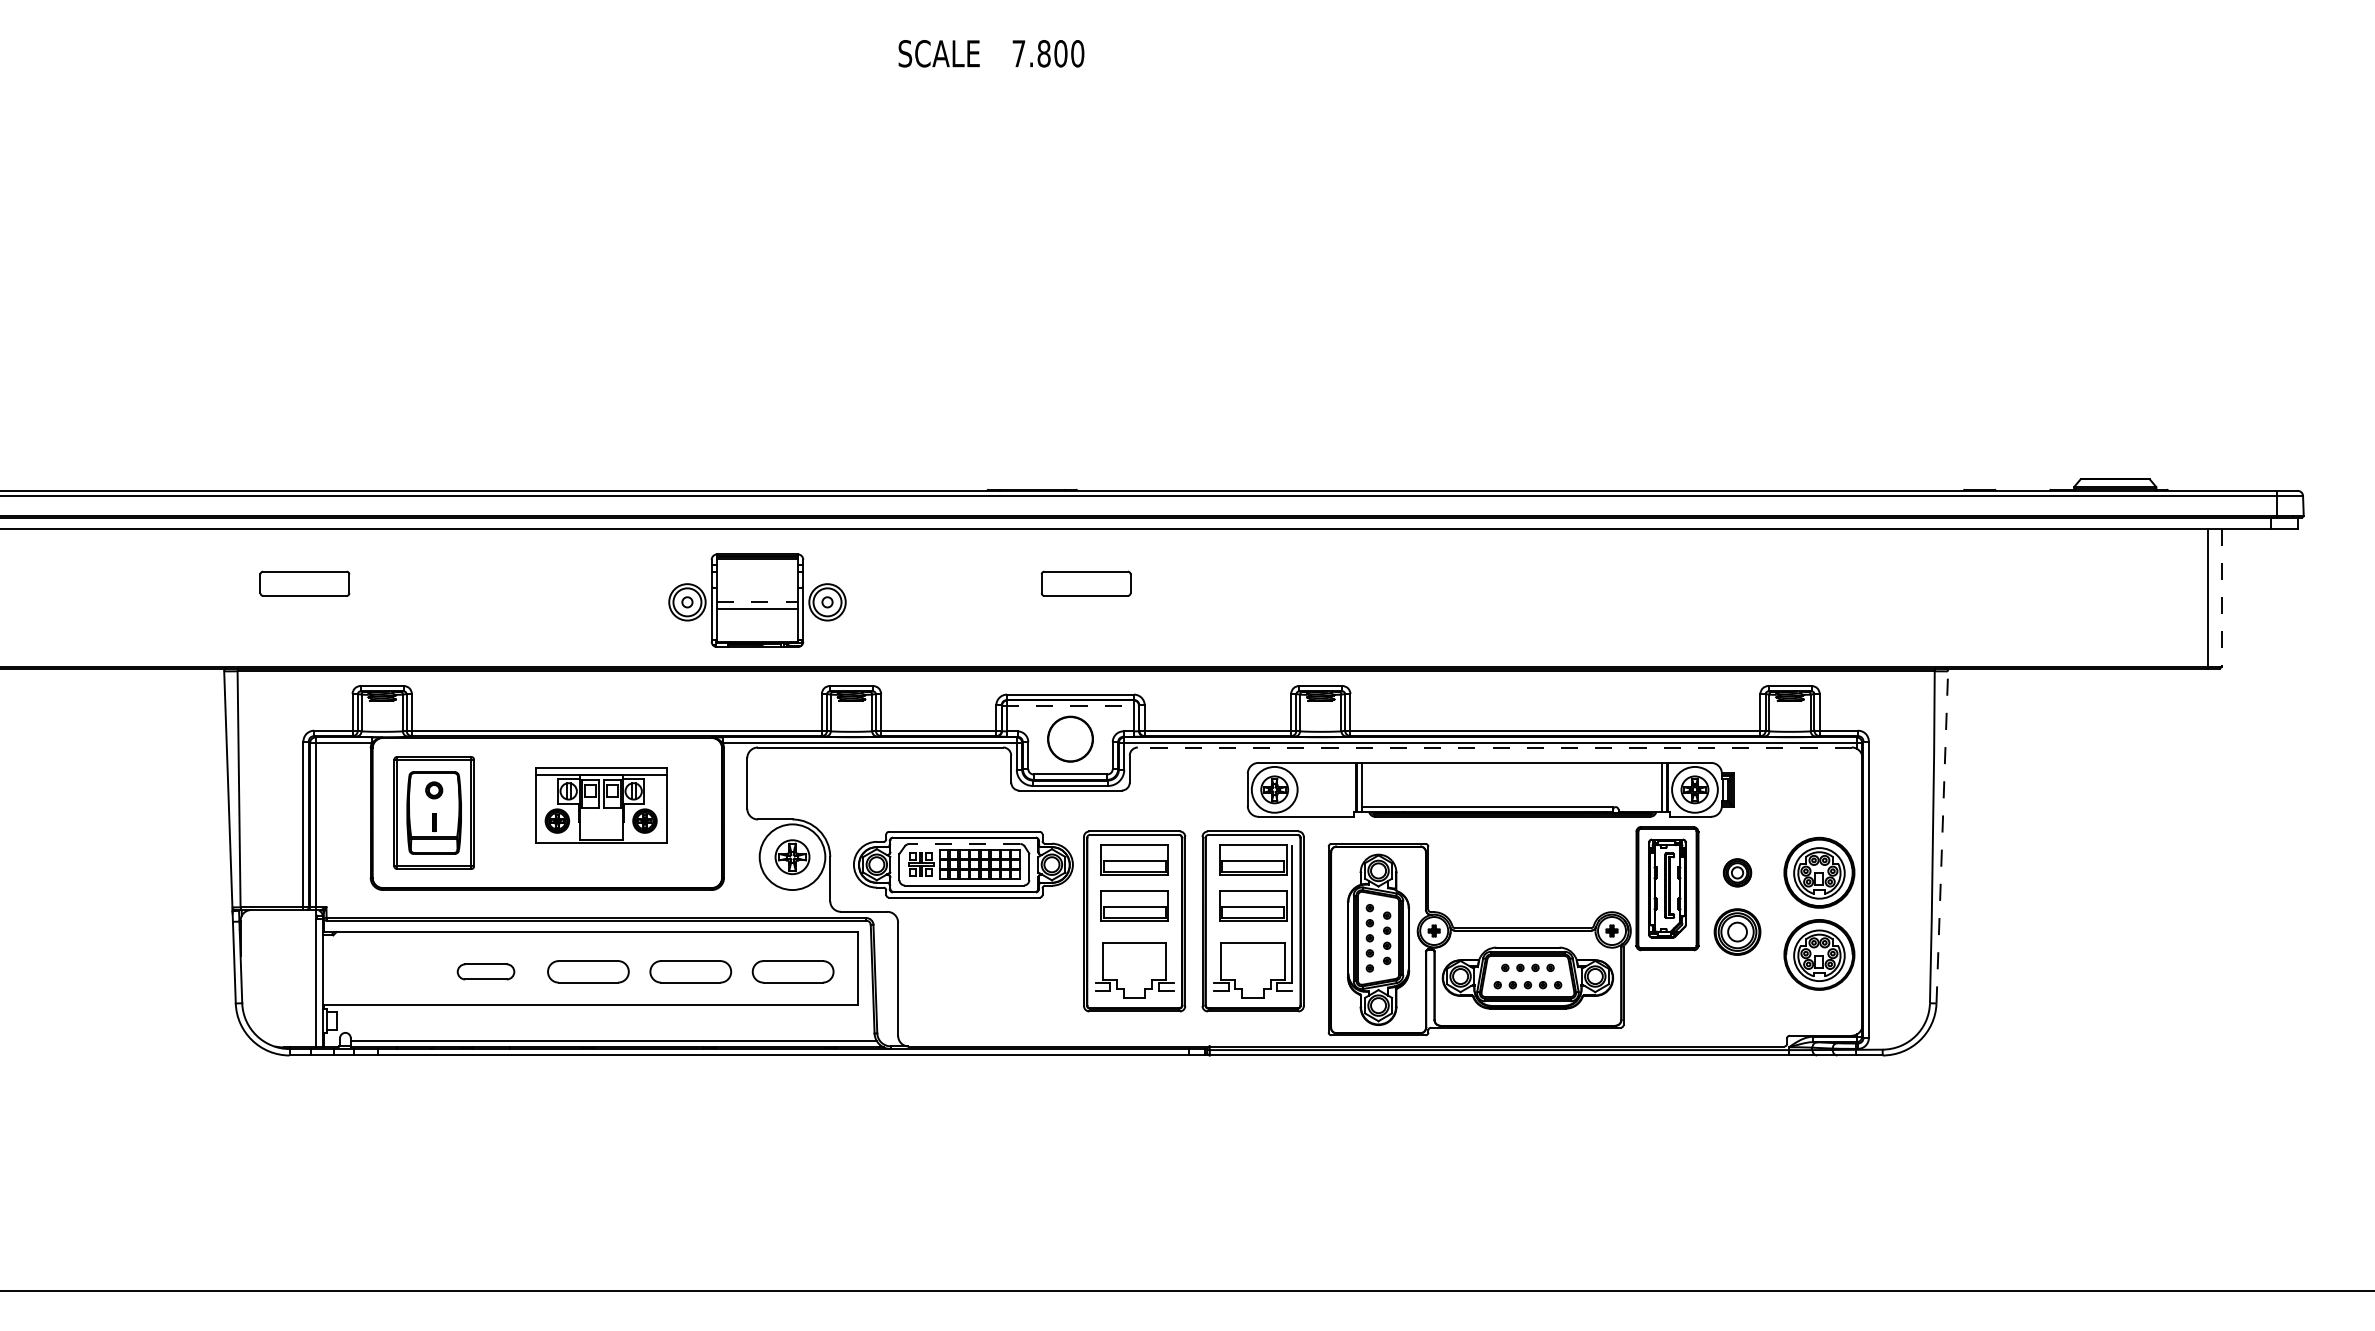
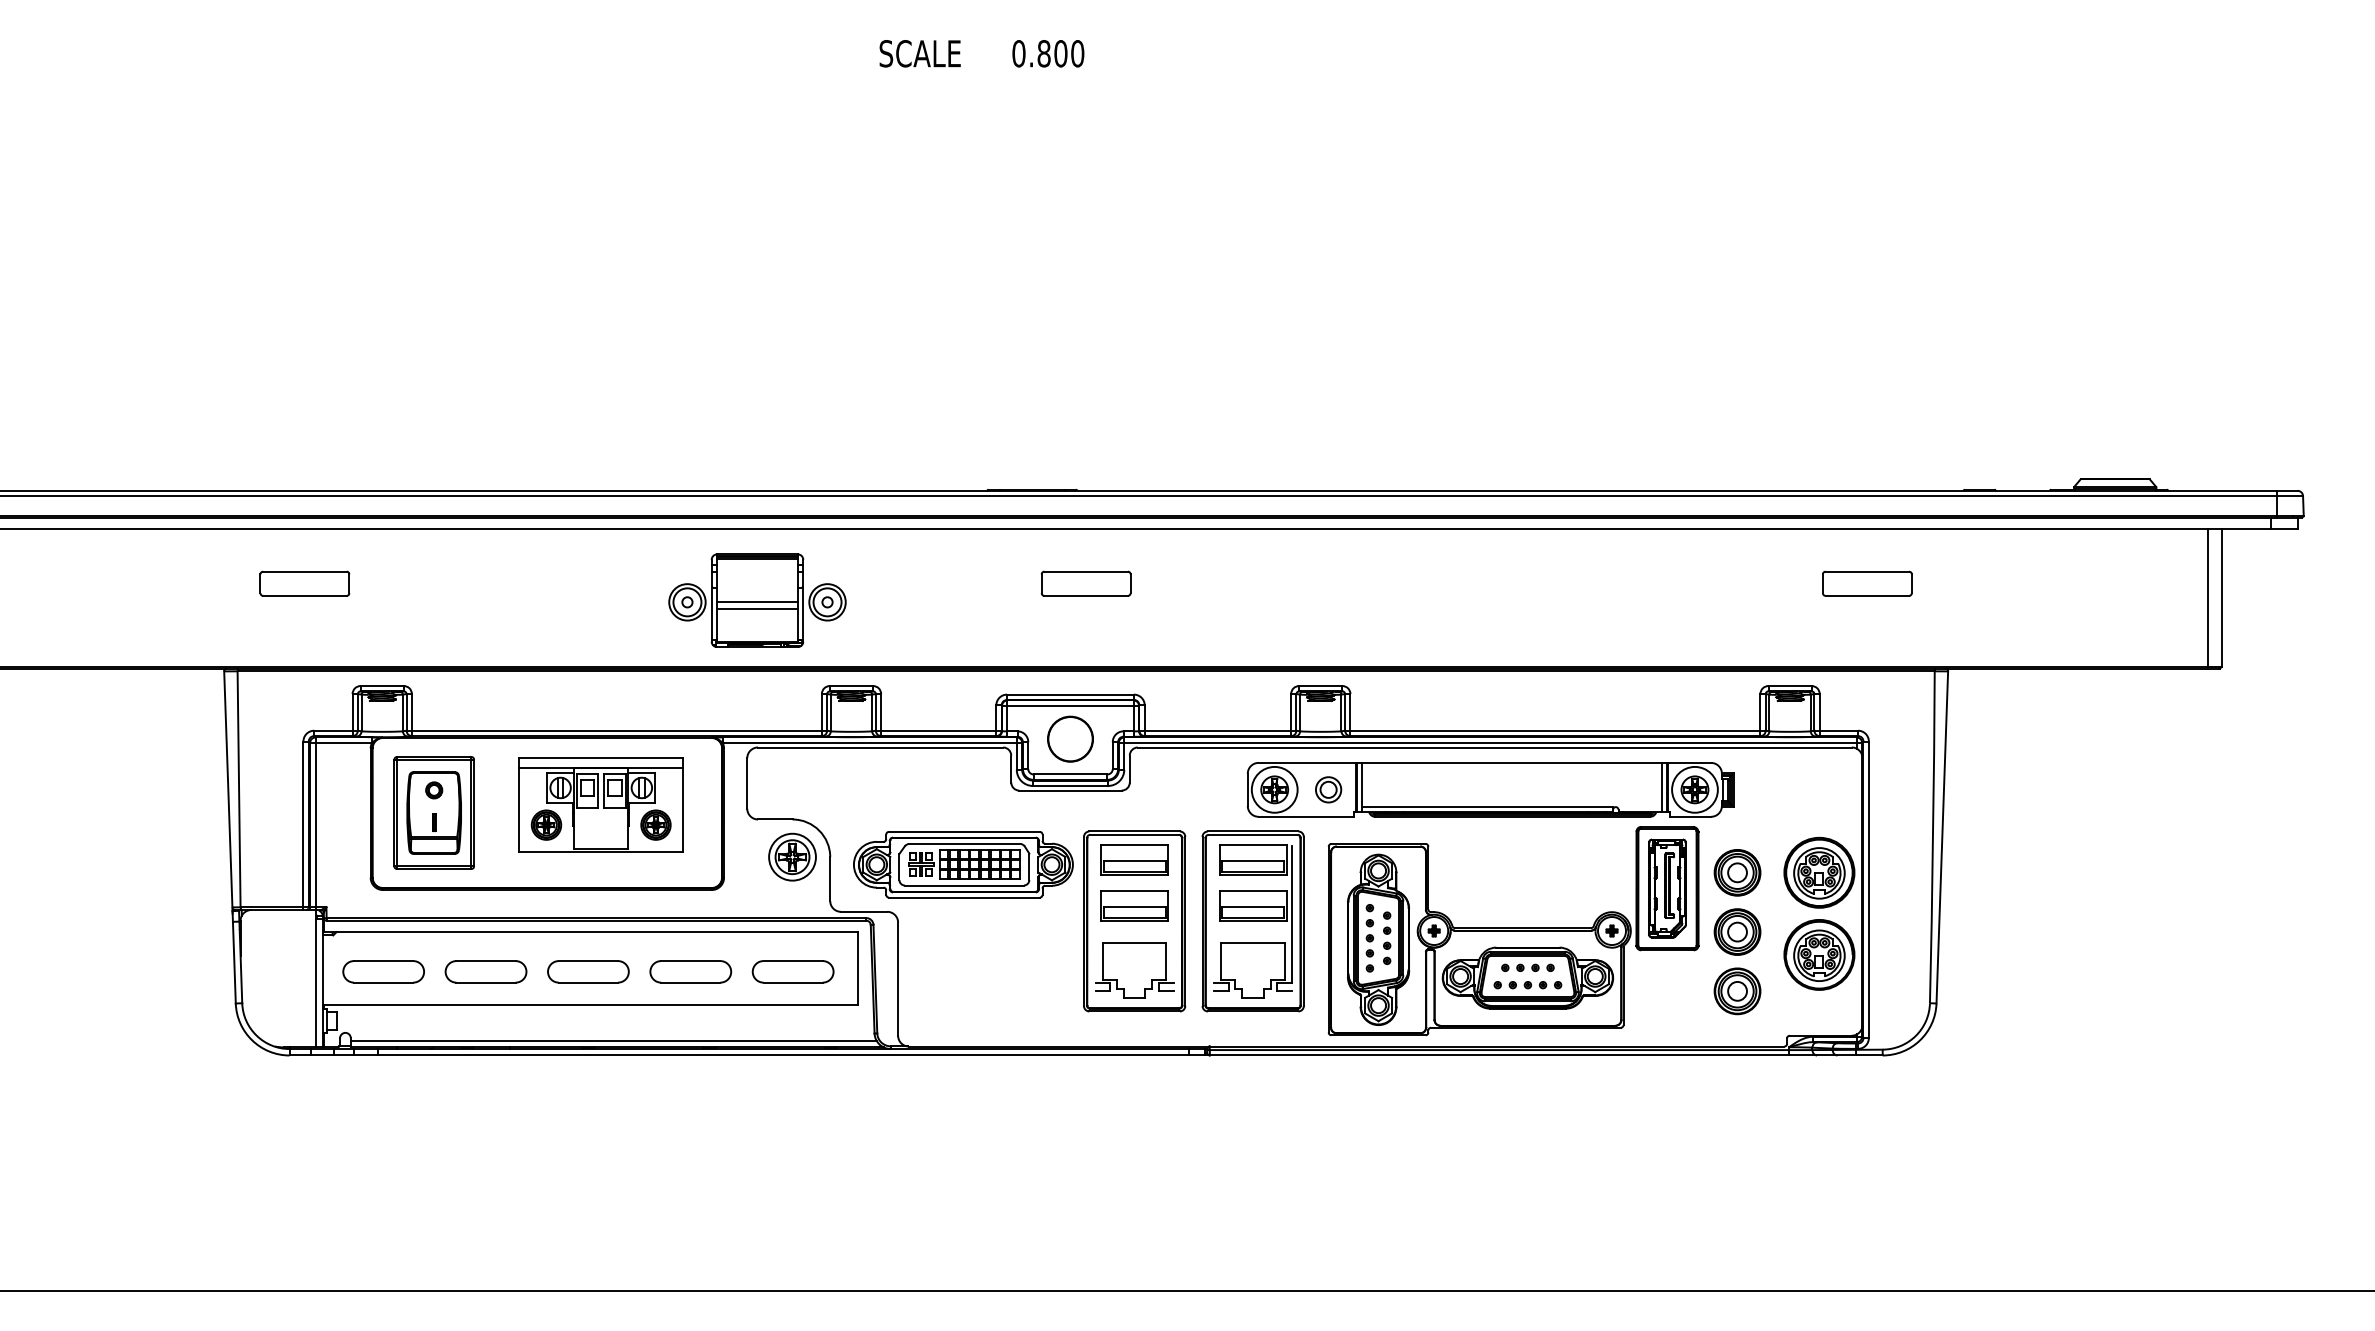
text at (938, 53) position: (938, 53) -> (919, 53)
text at (1018, 53): 7.800 -> 0.800
part at (1867, 583): none -> present
line at (2221, 598): dashed -> solid
line at (757, 602): dashed -> solid
line at (1071, 705): dashed -> solid
line at (1494, 747): dashed -> solid
part at (1328, 789): none -> present
part at (601, 805) size: 133x77 px -> 166x96 px
line at (1942, 836): dashed -> solid
line at (964, 844): dashed -> solid
circle at (792, 857) diameter: 66 px -> 47 px
part at (1737, 872) size: 31x30 px -> 49x48 px
part at (383, 971): none -> present
part at (485, 971) size: 60x18 px -> 84x24 px
part at (1737, 991): none -> present
